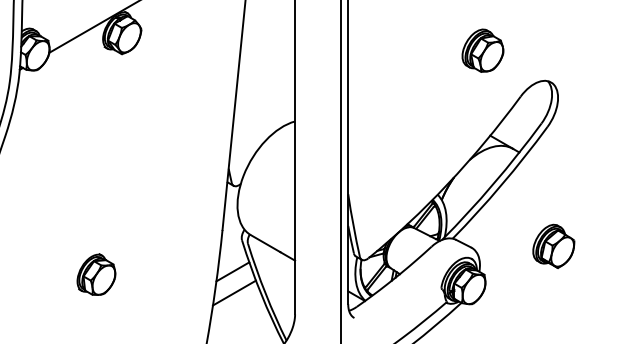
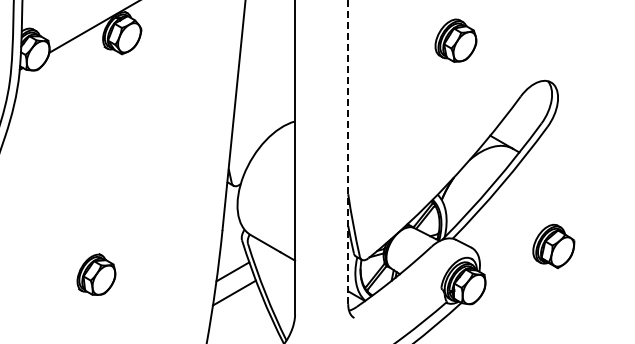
part at (482, 50) position: (482, 50) -> (455, 40)
line at (348, 152): solid -> dashed
line at (341, 171): present -> none
